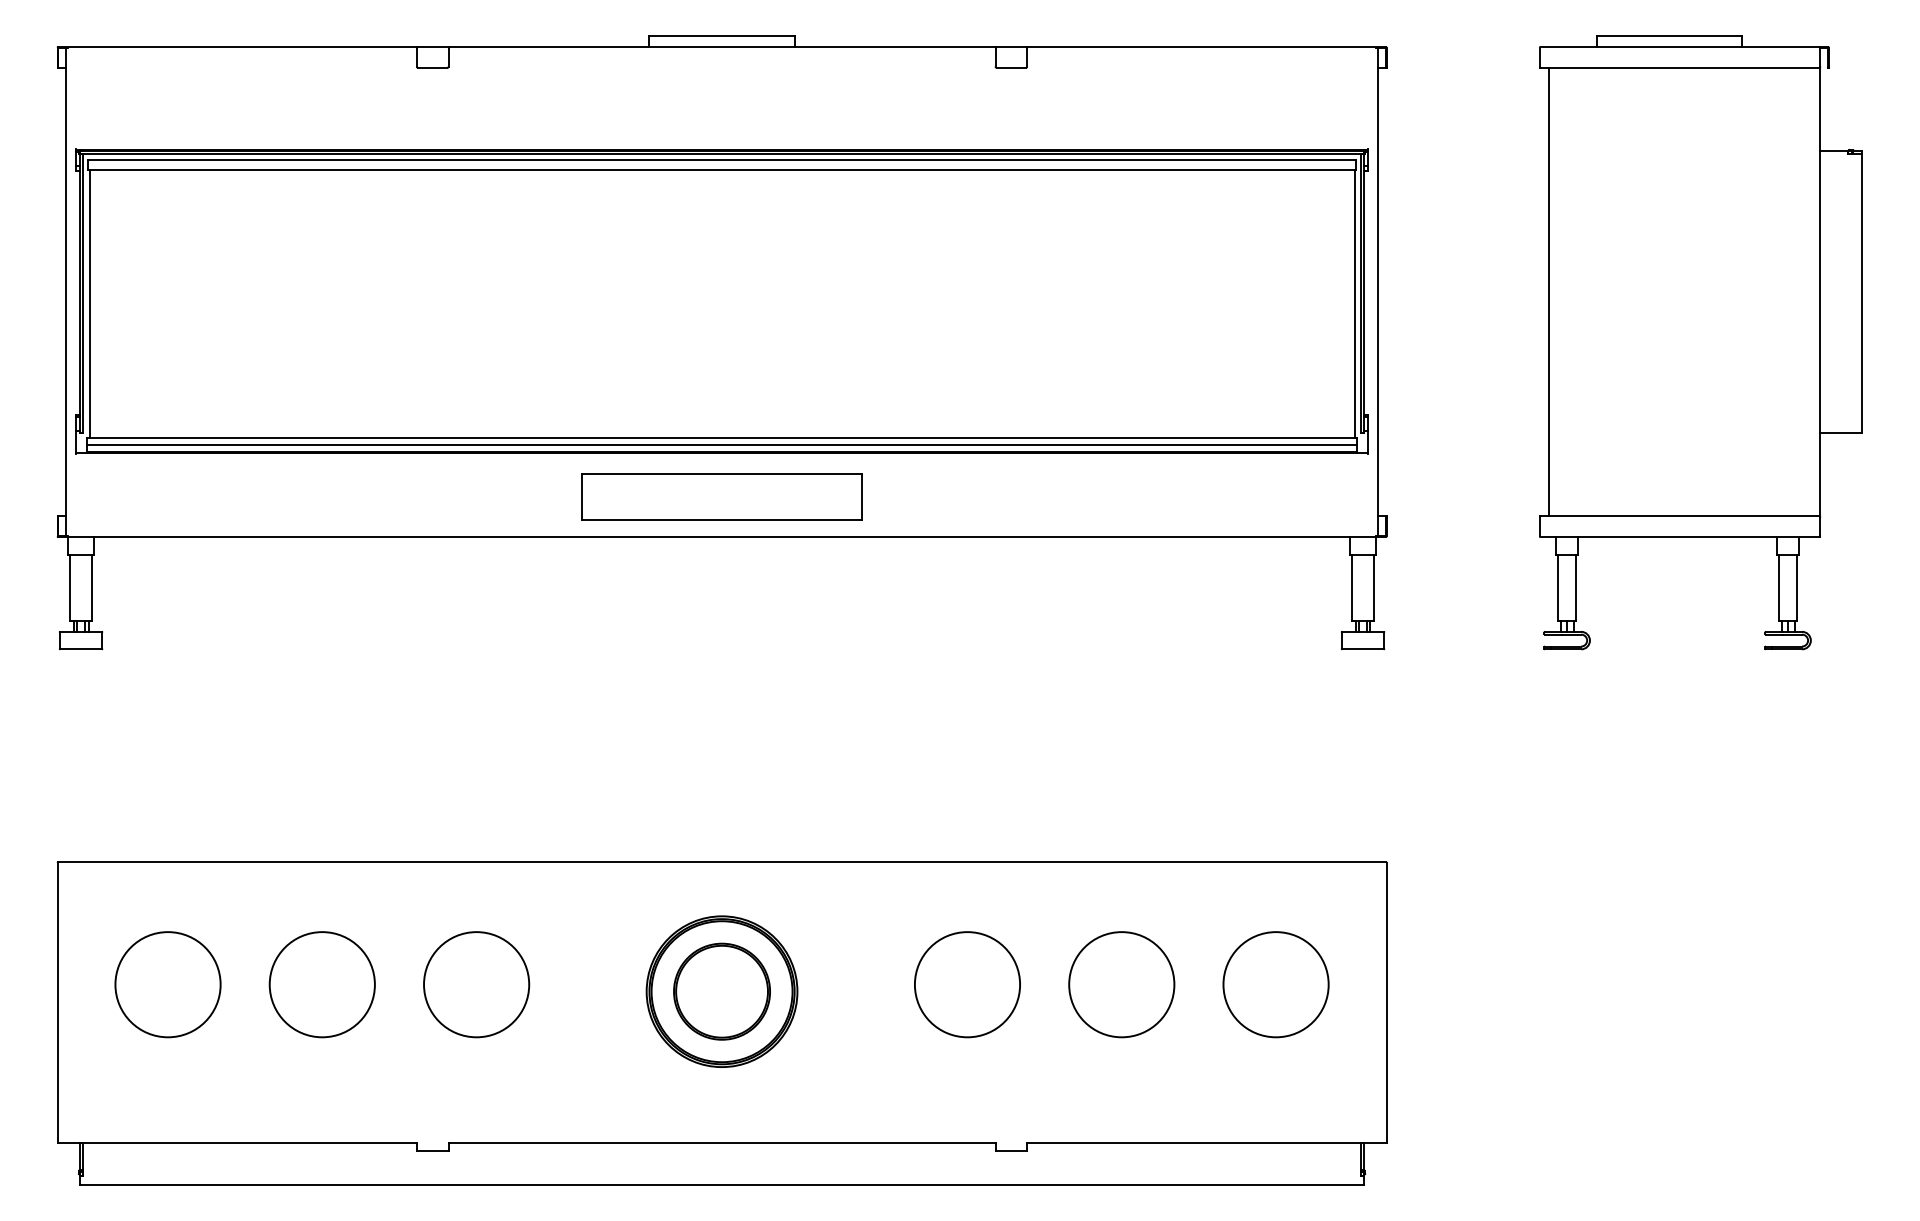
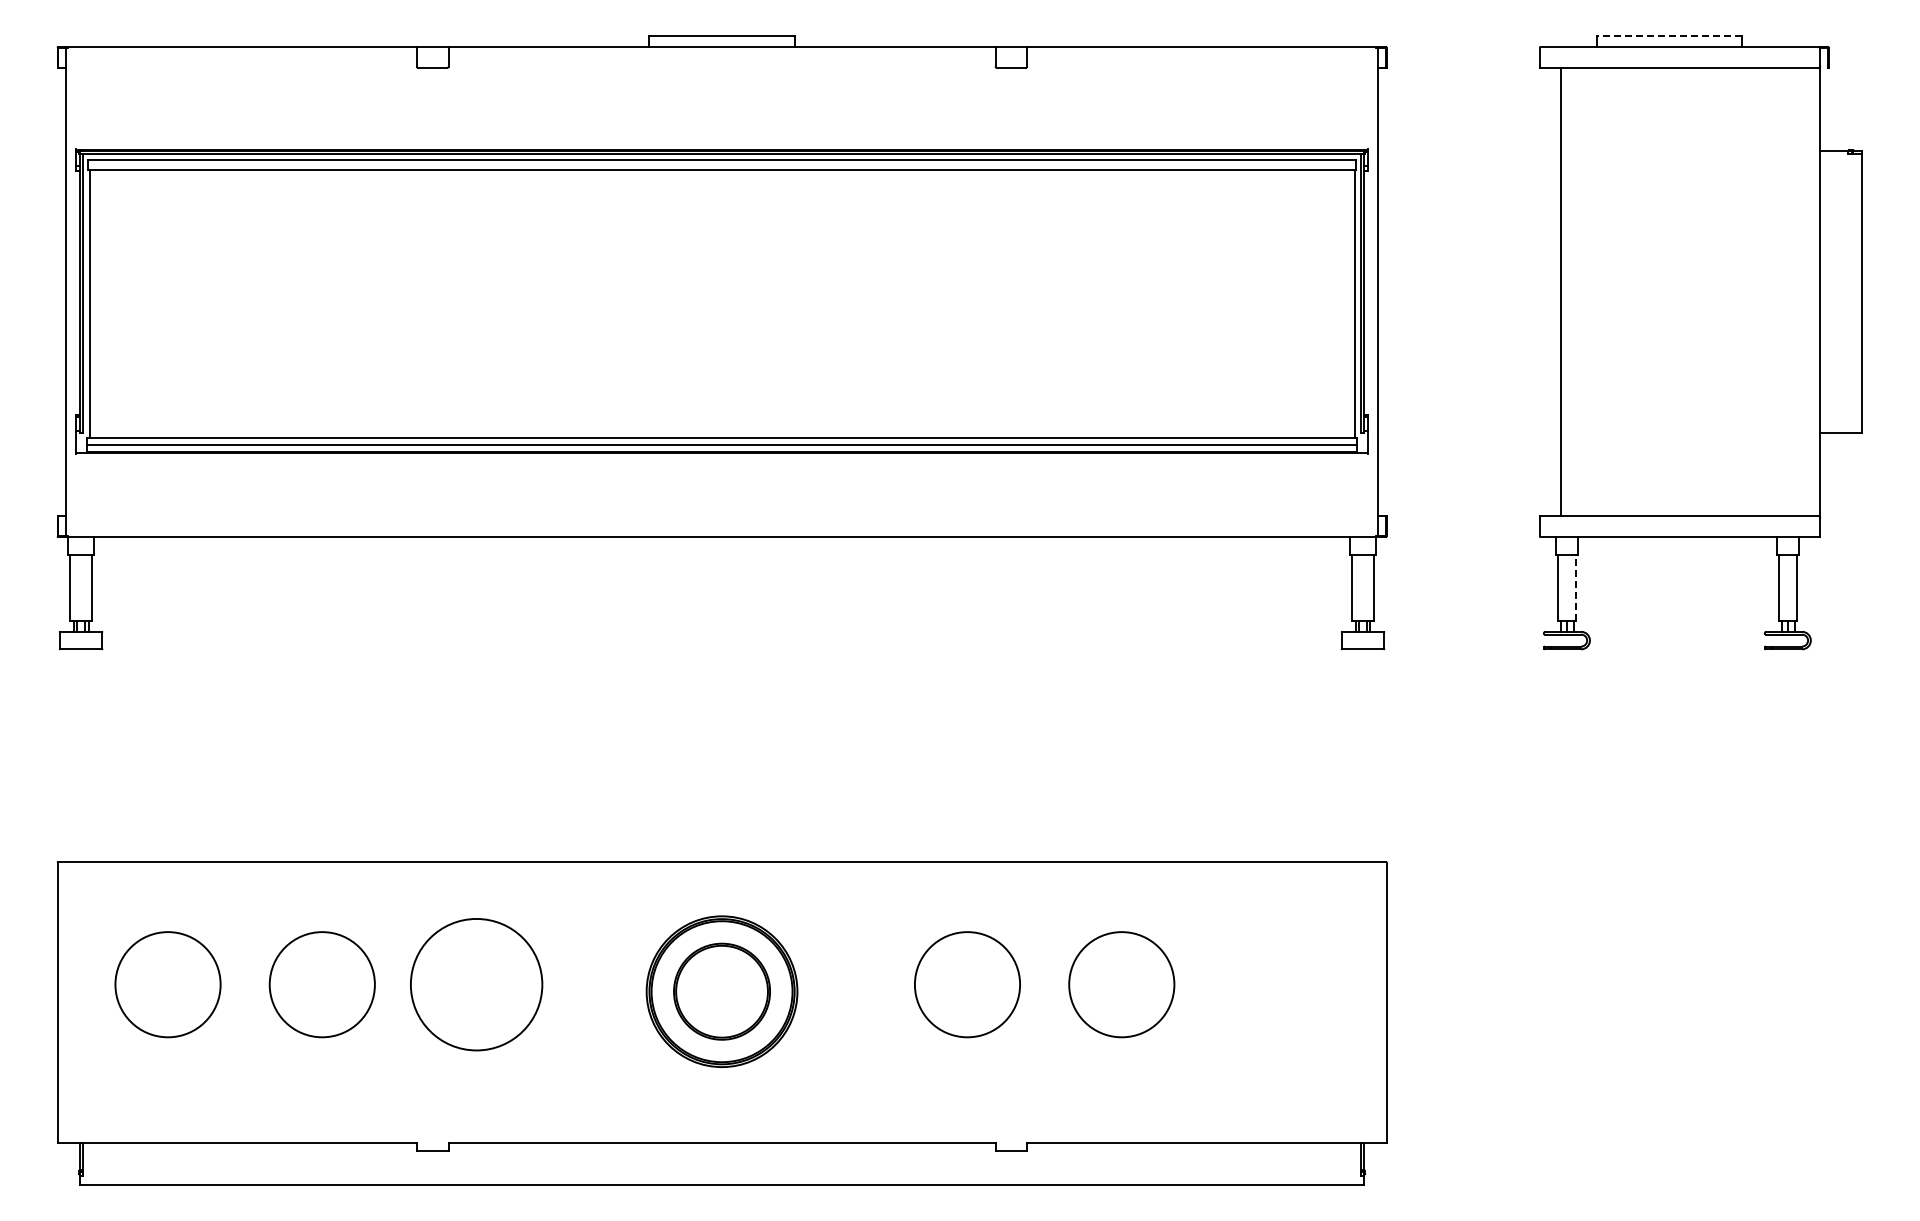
line at (1669, 36): solid -> dashed
line at (1548, 291) position: (1548, 291) -> (1560, 291)
part at (721, 496): present -> none
line at (1576, 587): solid -> dashed
circle at (476, 984) diameter: 105 px -> 131 px
circle at (1275, 984): present -> none
